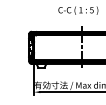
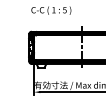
text at (78, 10) position: (78, 10) -> (51, 10)
